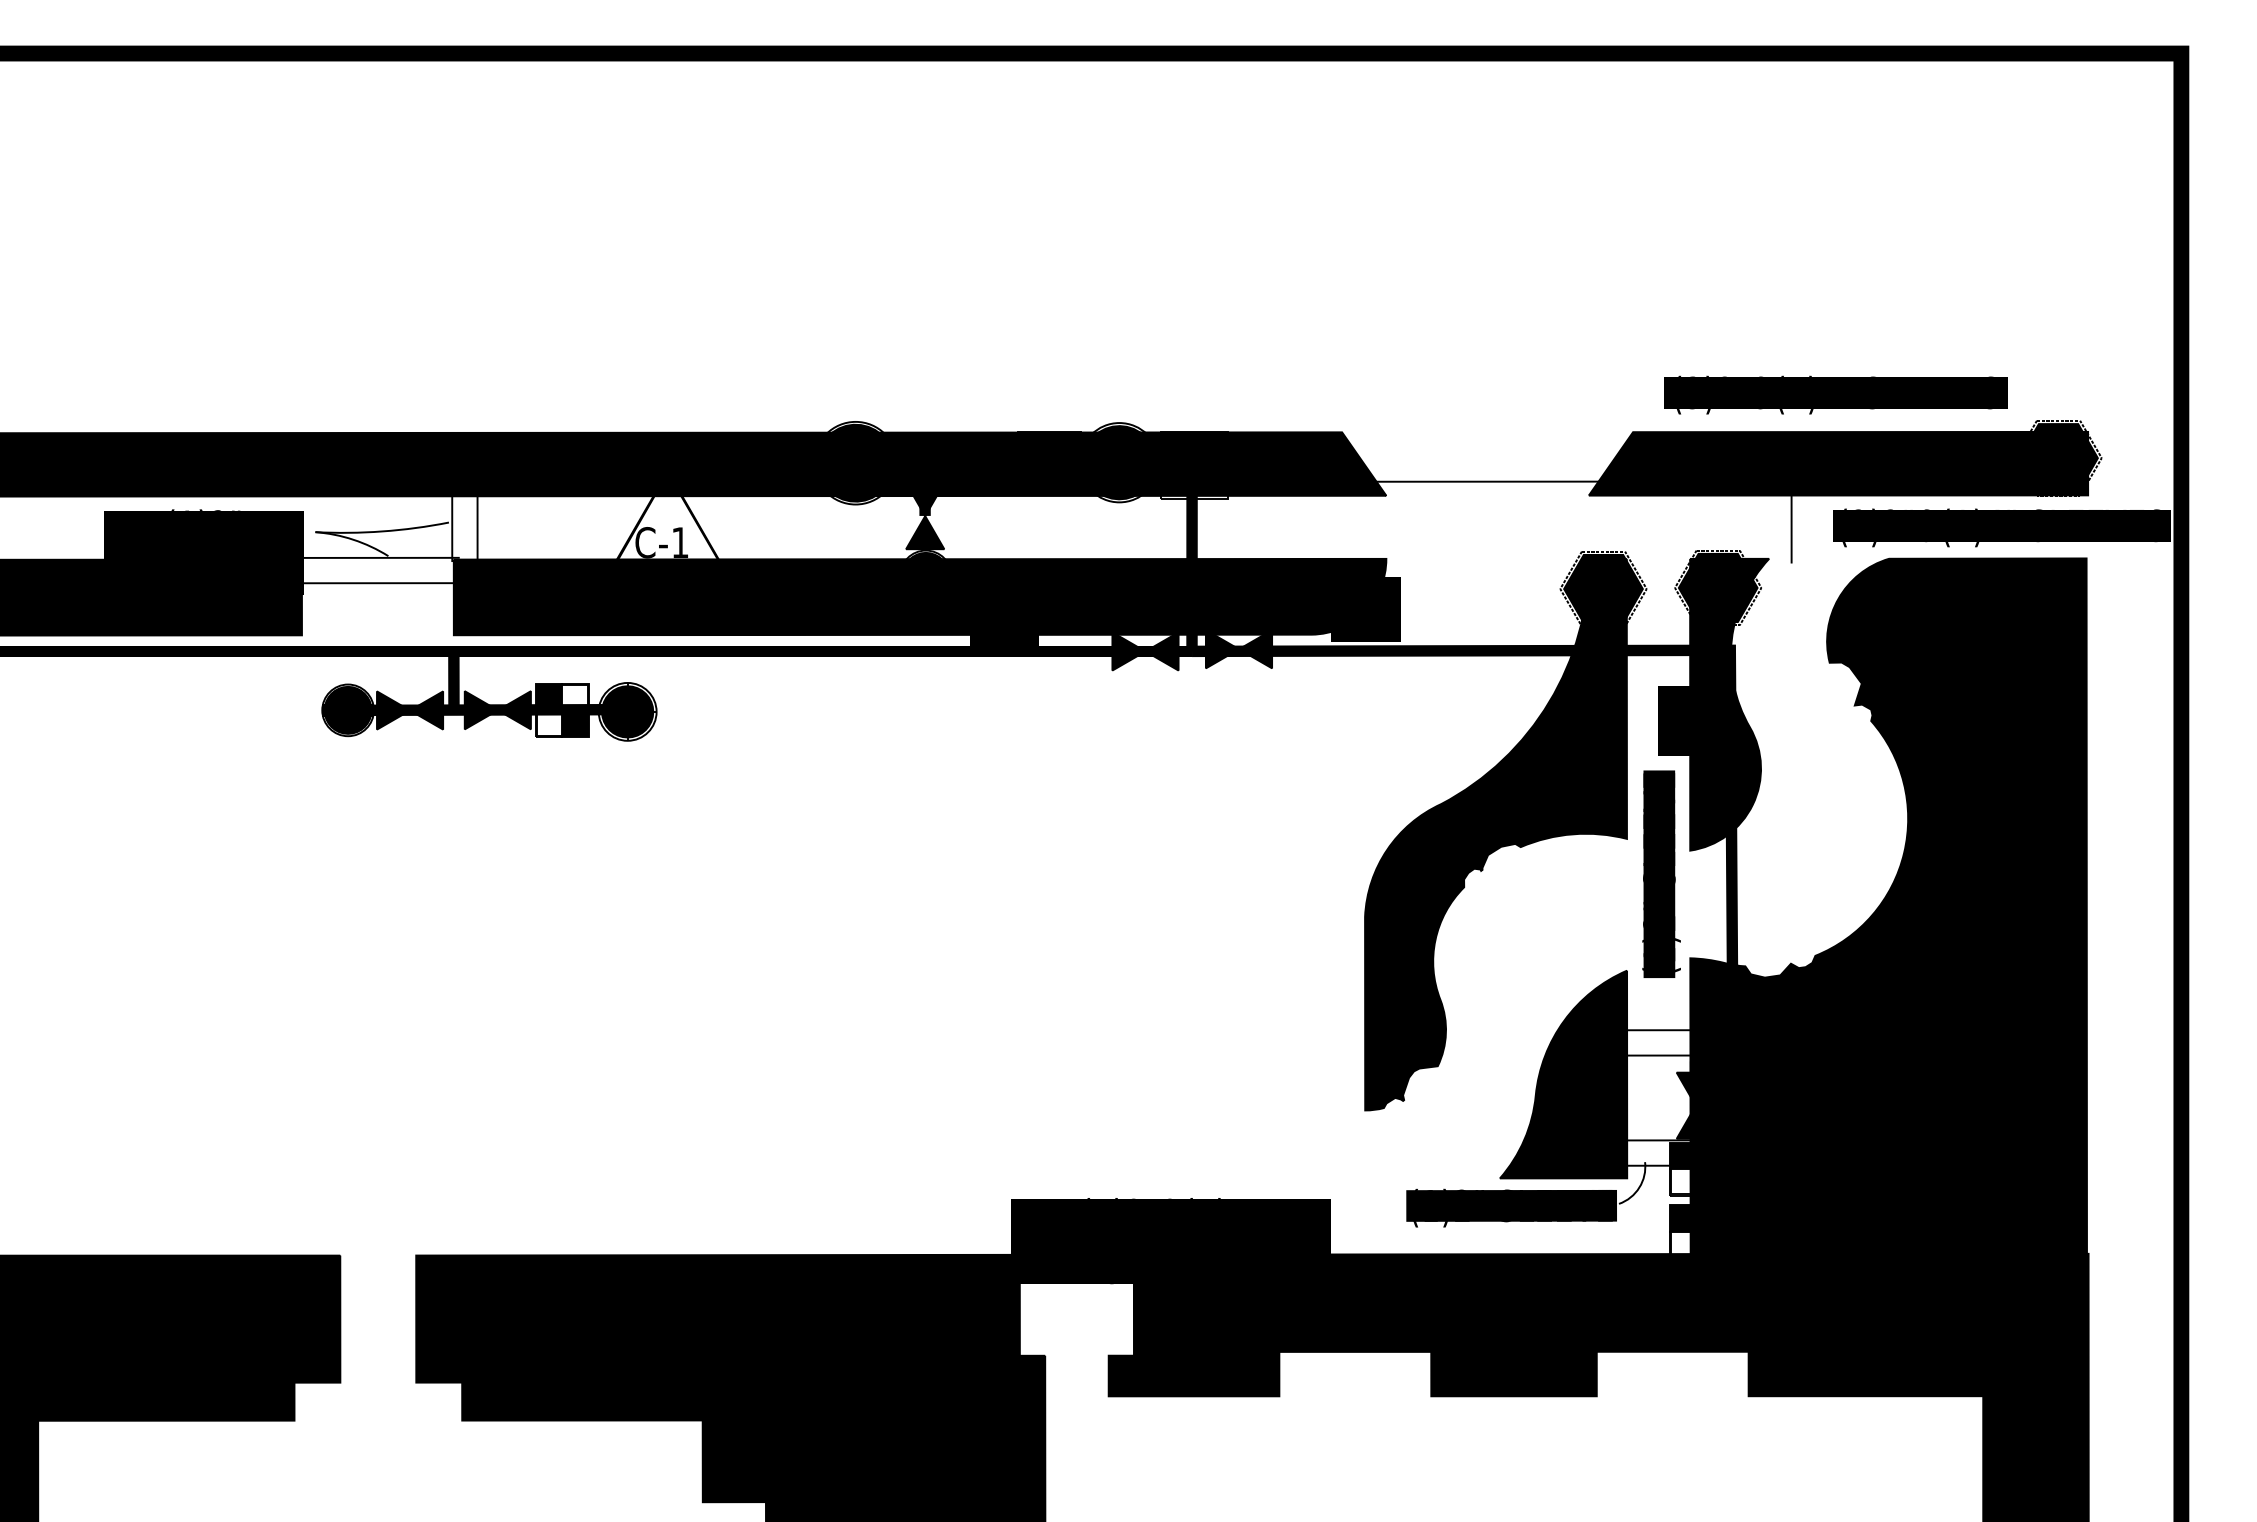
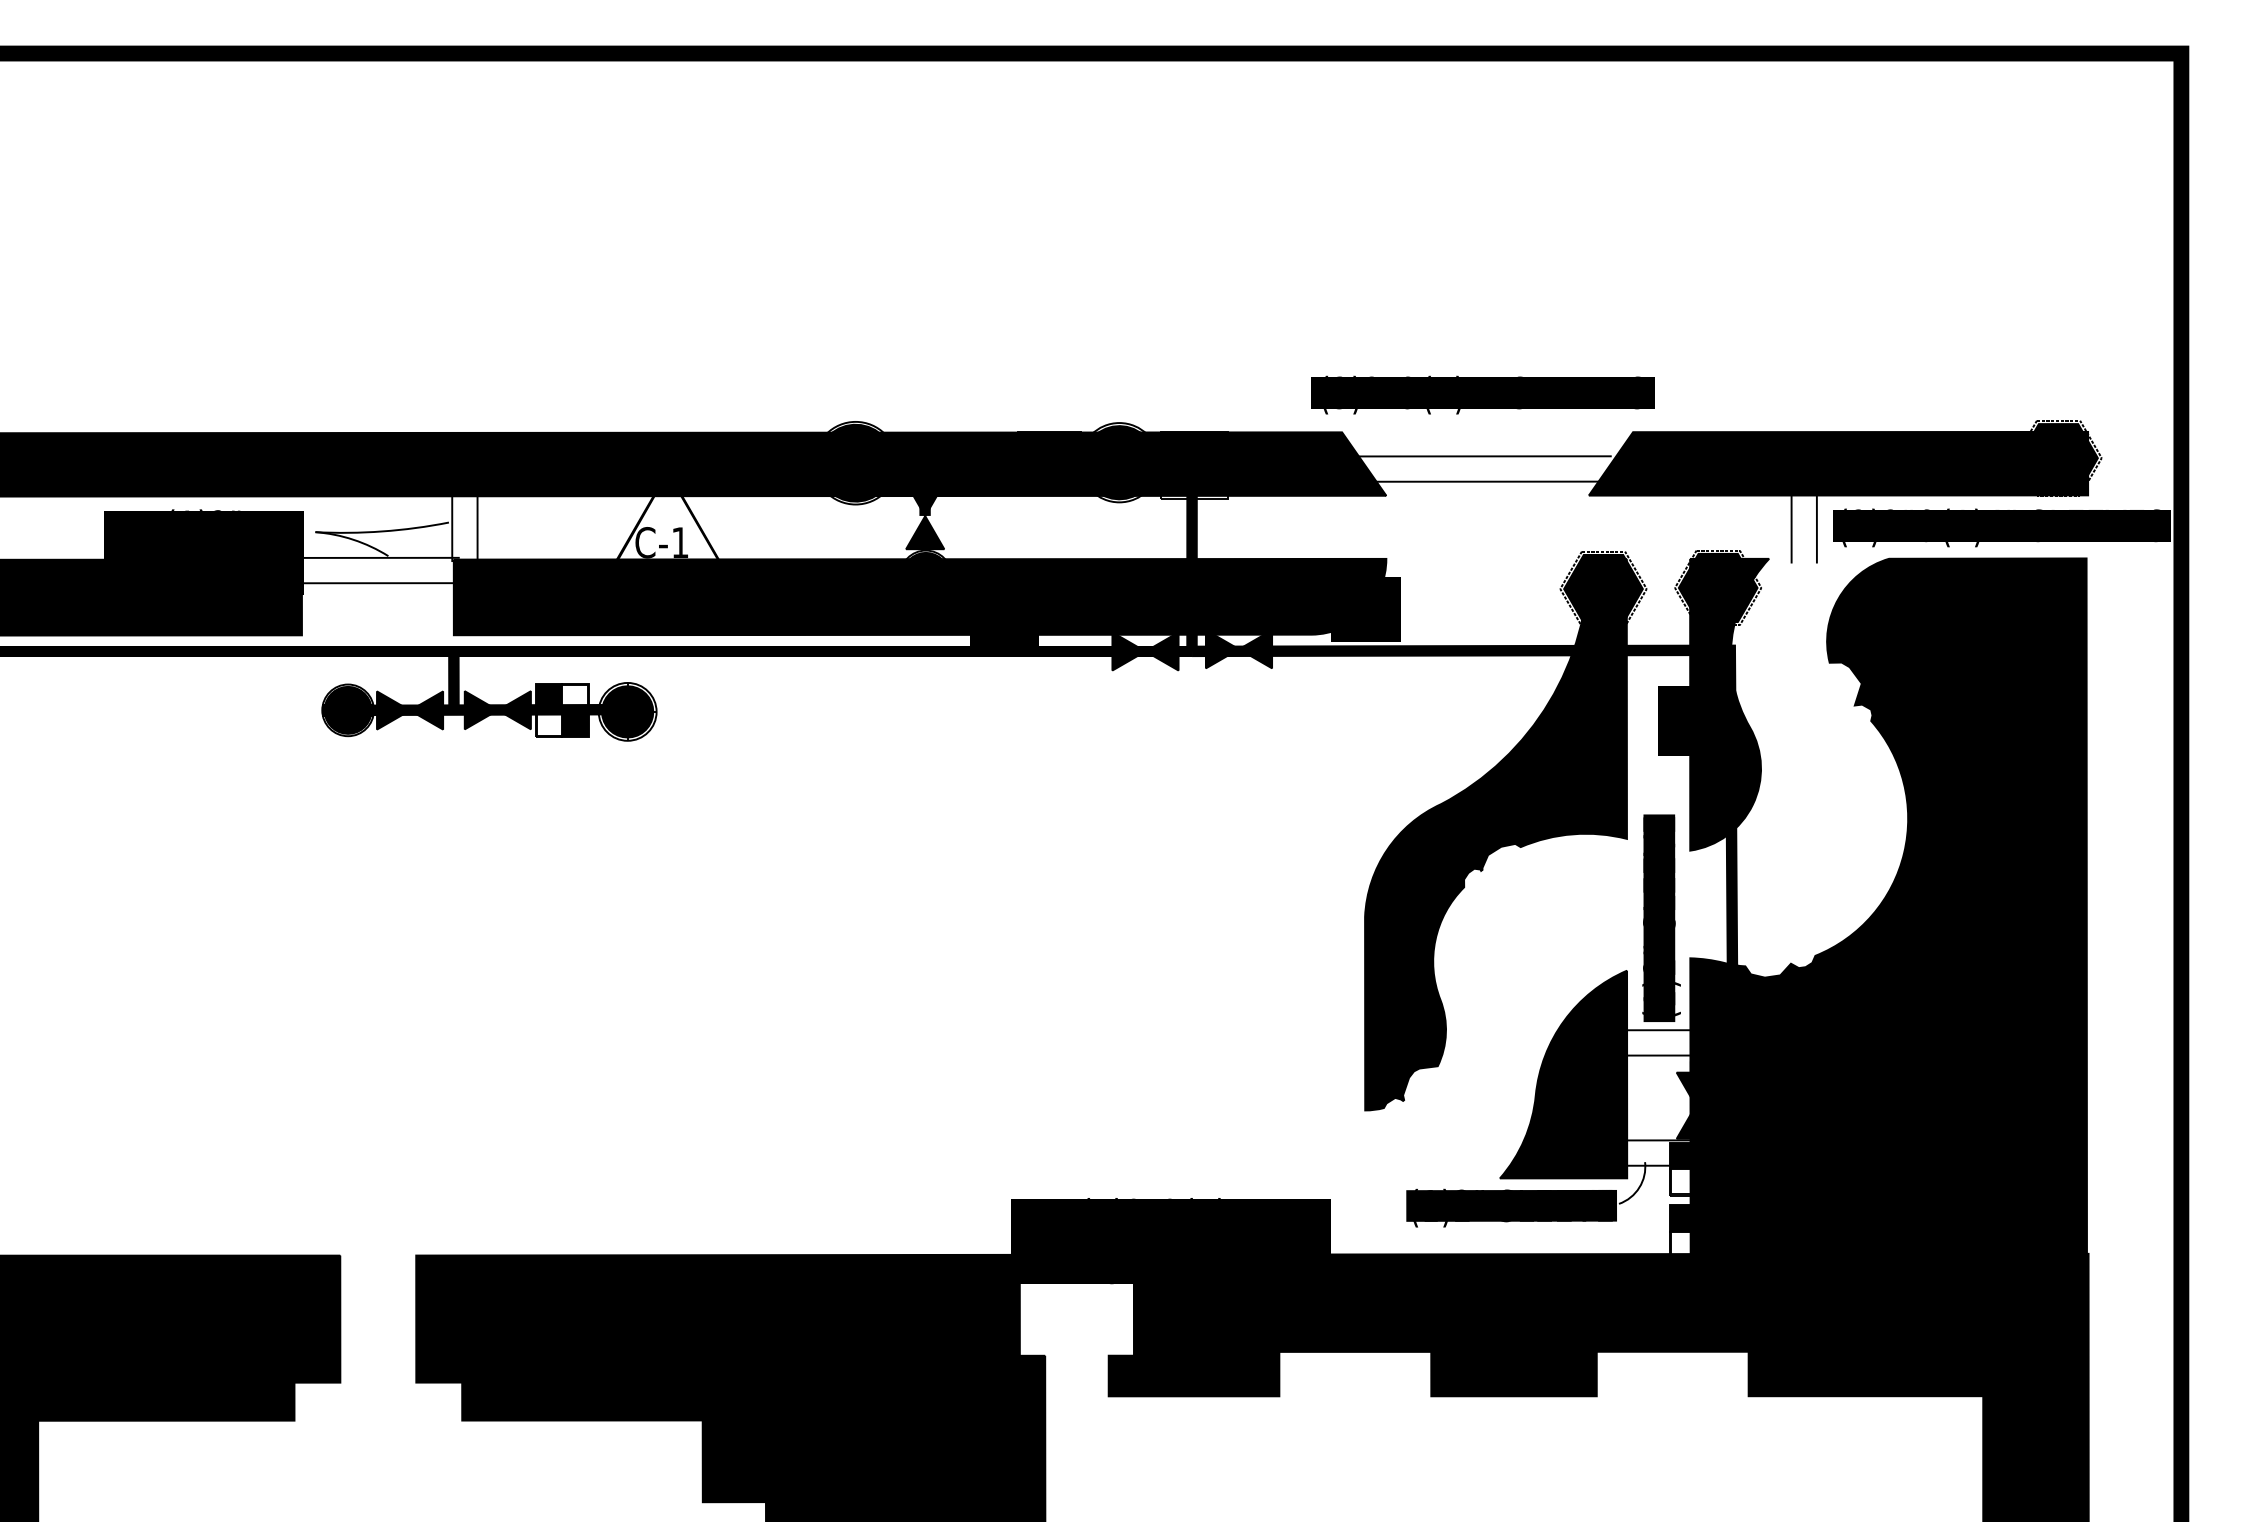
text at (1835, 394) position: (1835, 394) -> (1482, 394)
line at (1484, 456): none -> present
line at (1816, 527): none -> present
text at (1661, 873) position: (1661, 873) -> (1661, 917)
